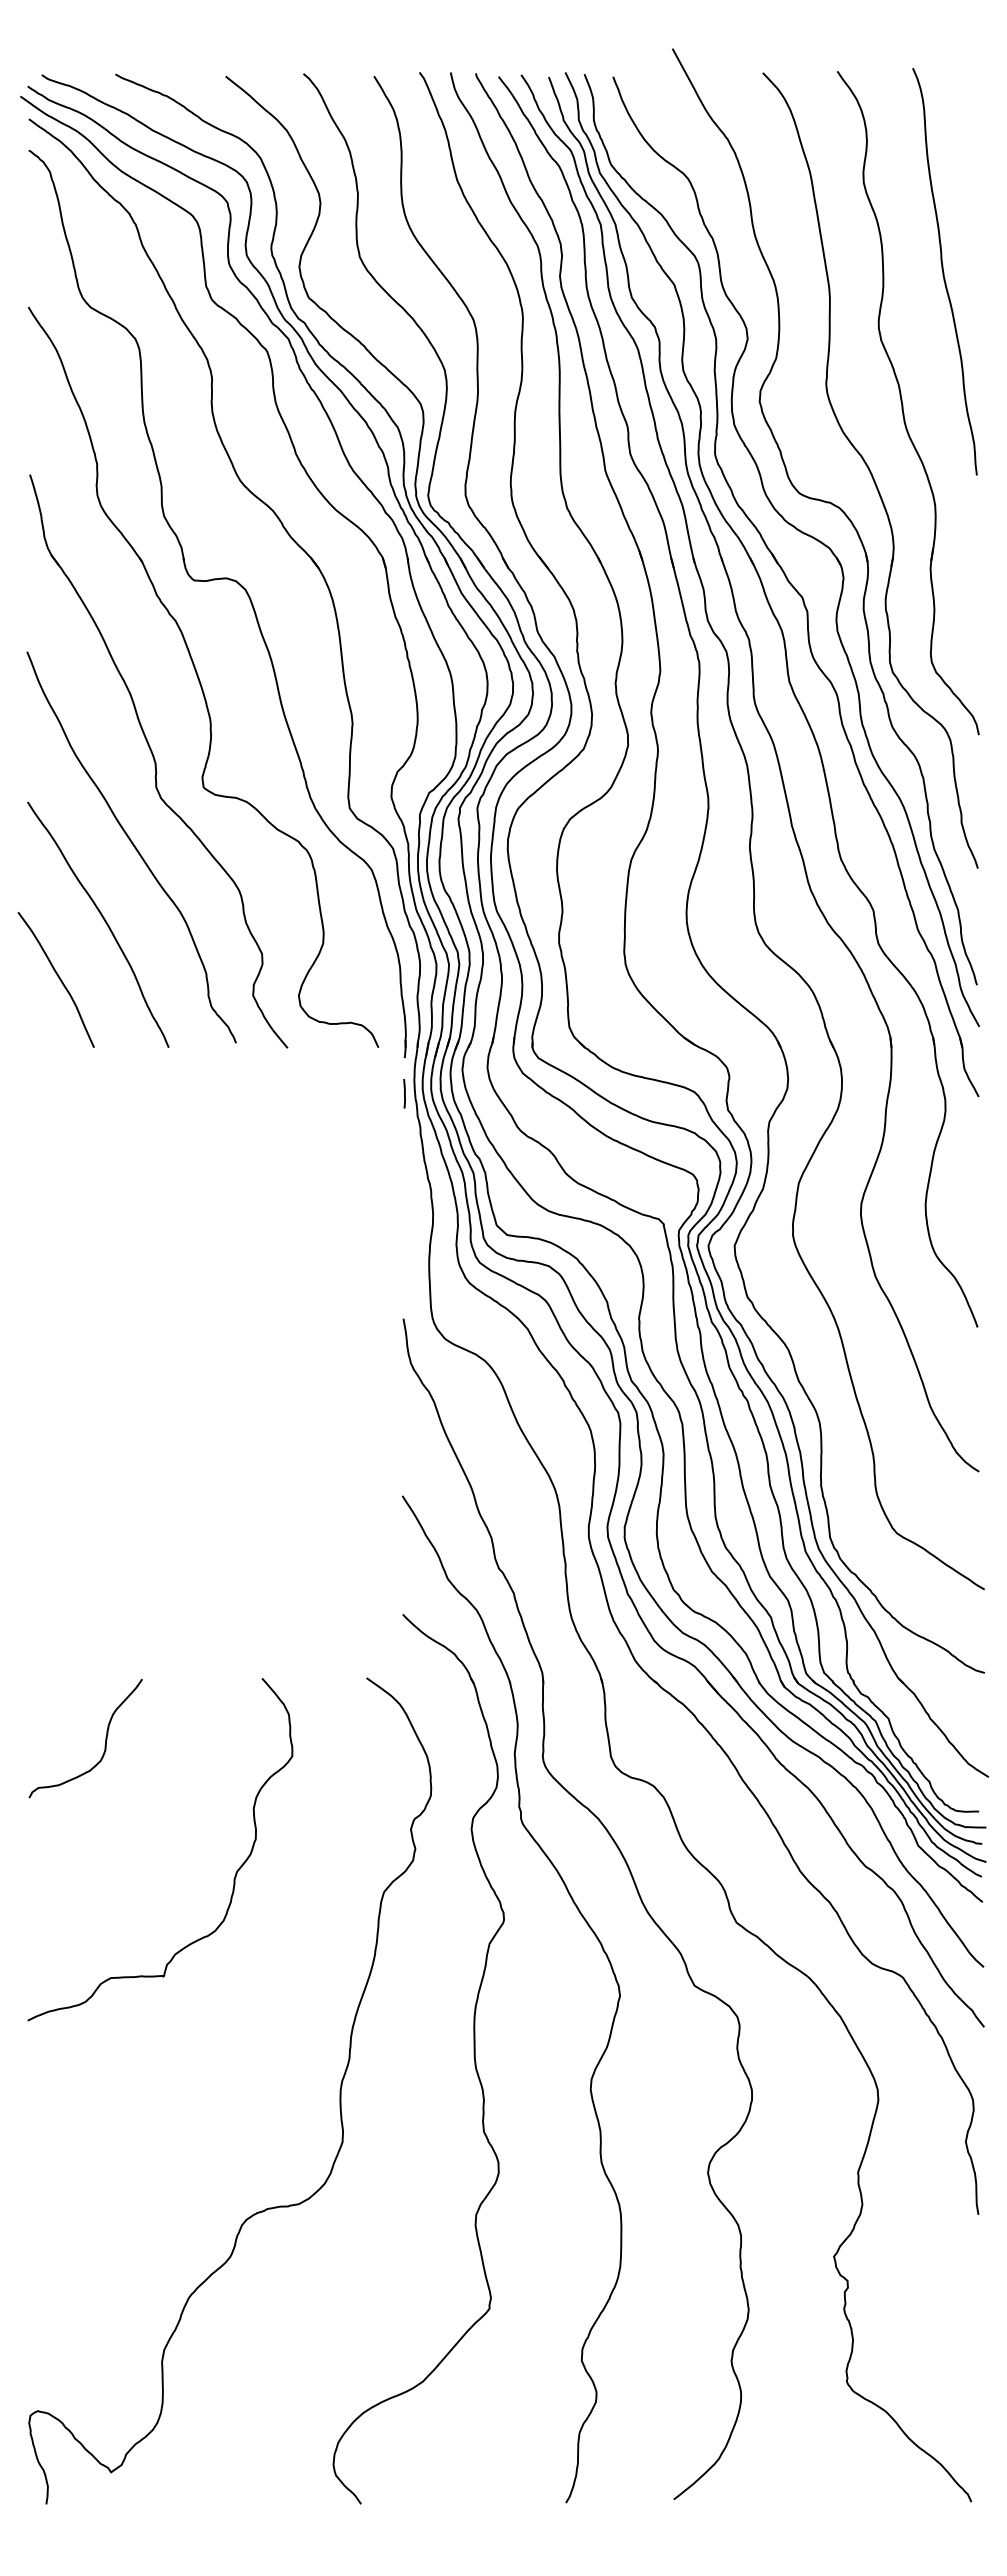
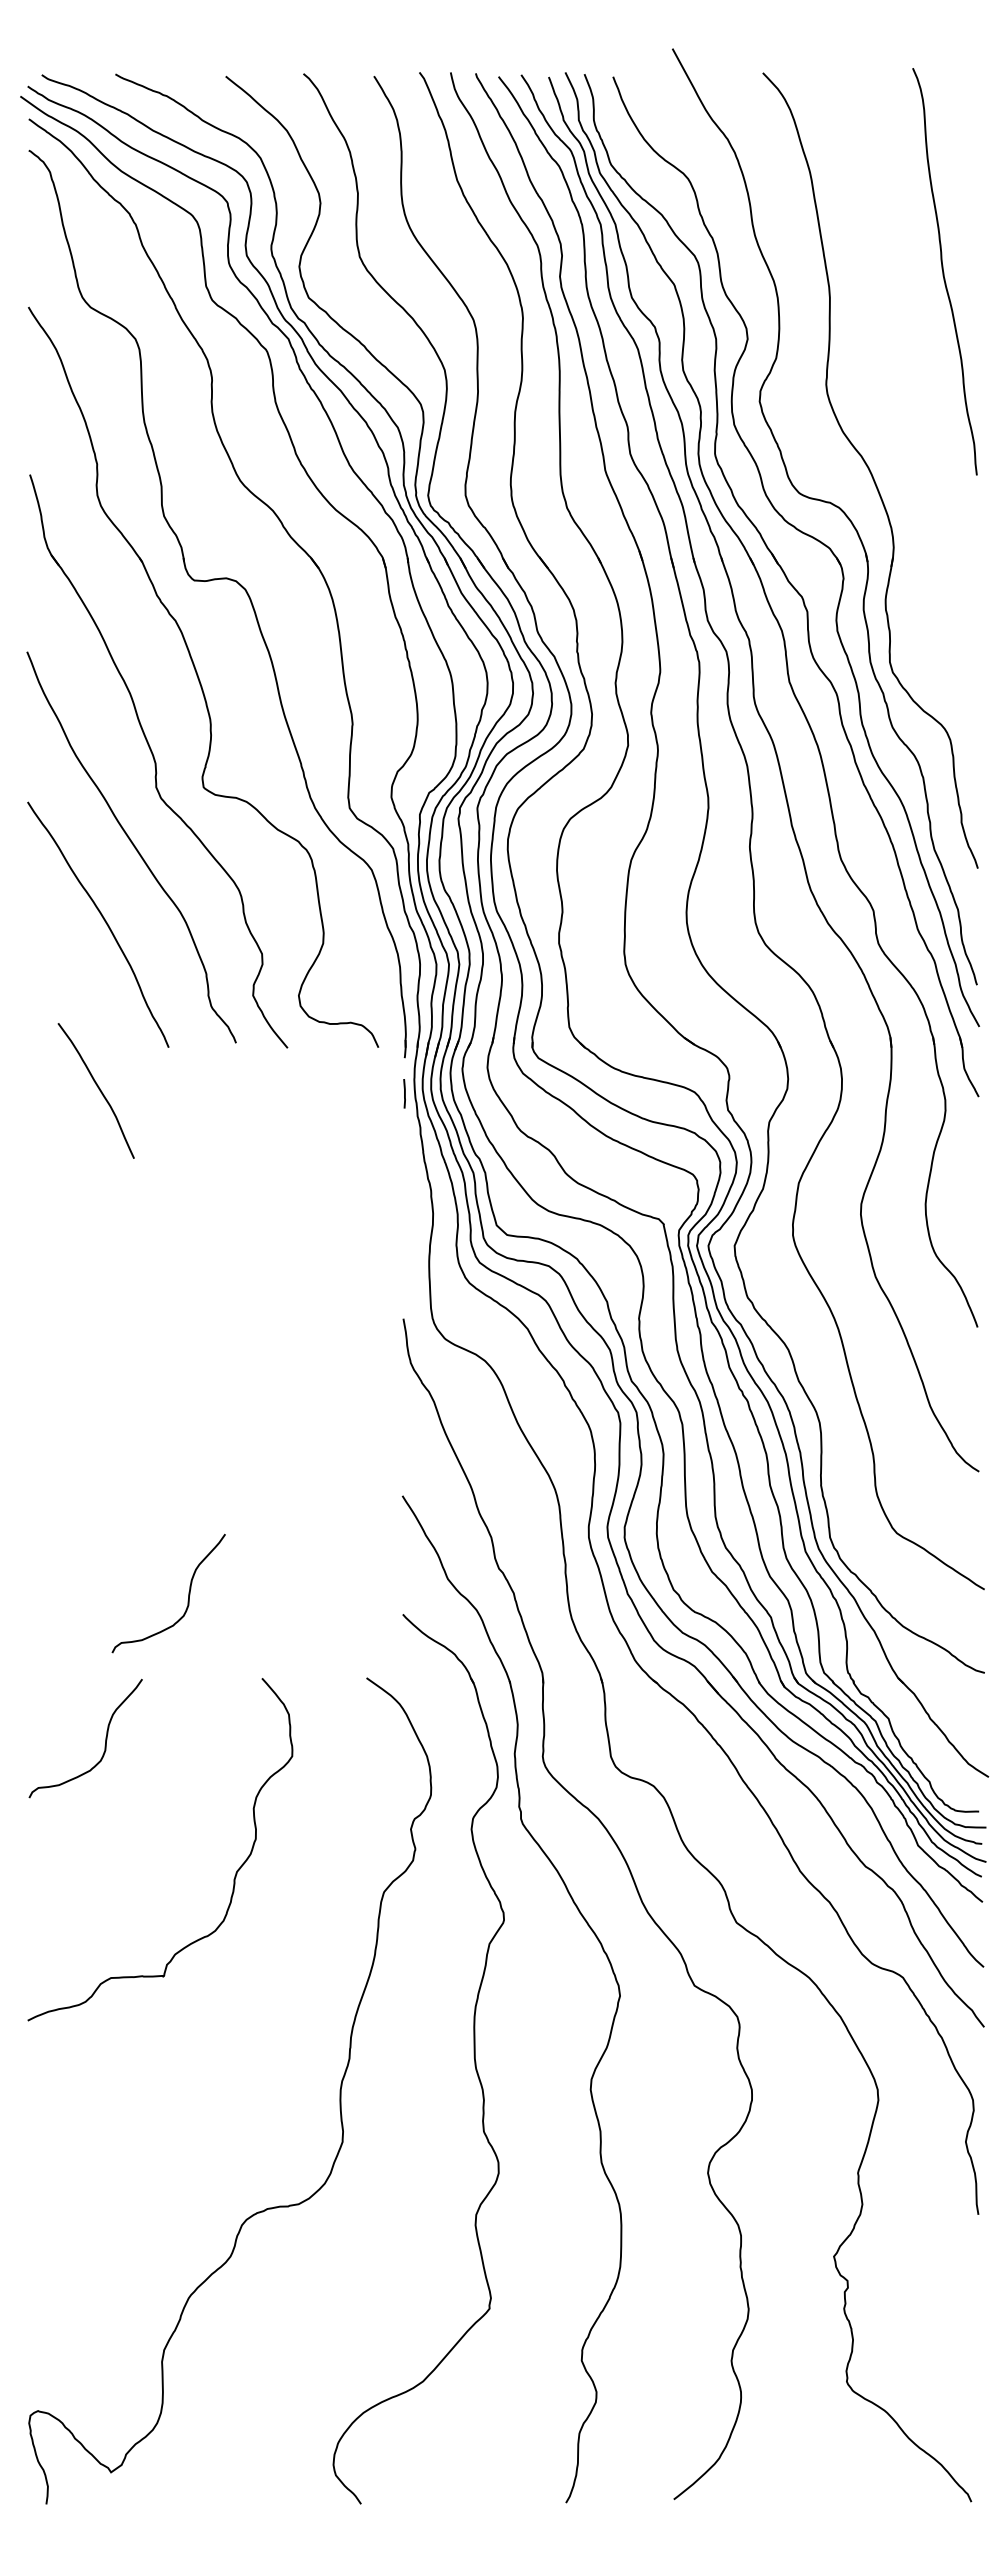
part at (908, 403): present -> none
curve at (58, 978) position: (58, 978) -> (98, 1089)
curve at (188, 1593): none -> present
